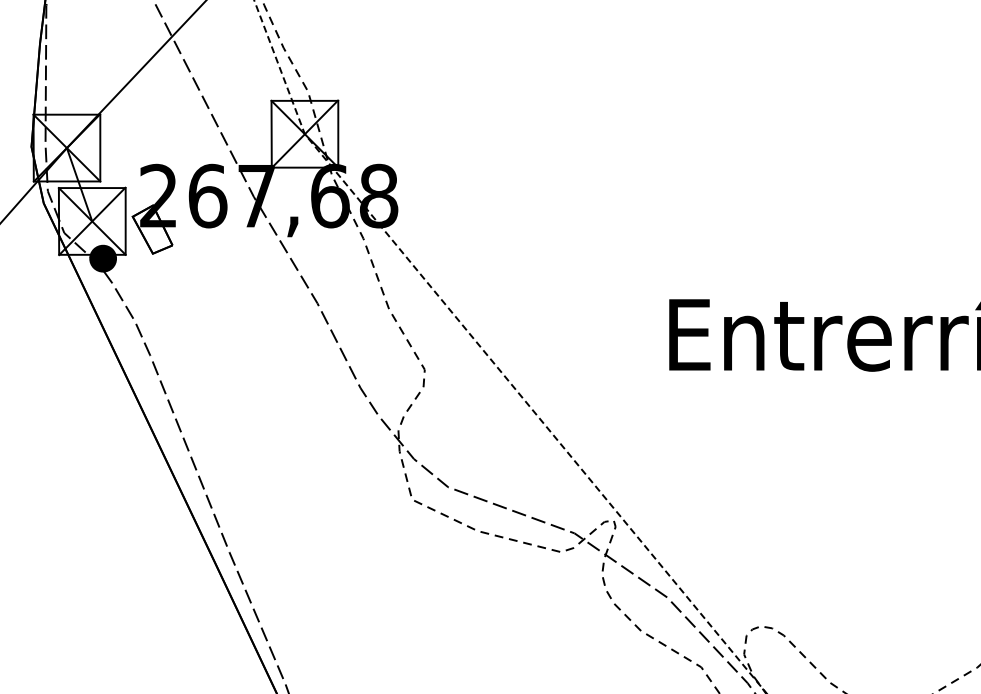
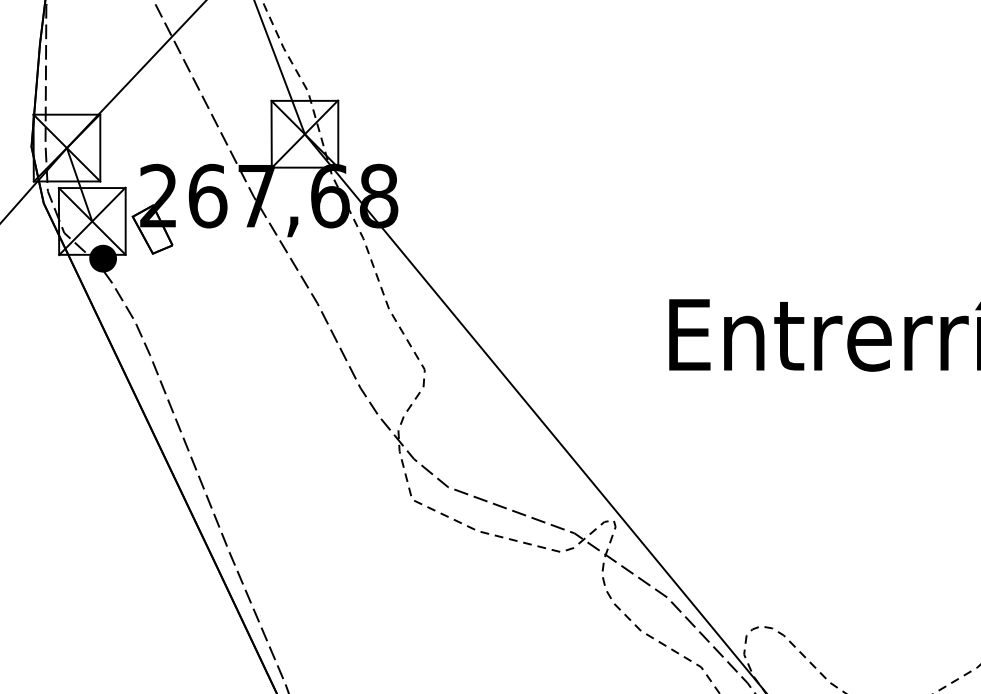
line at (490, 358): dashed -> solid
